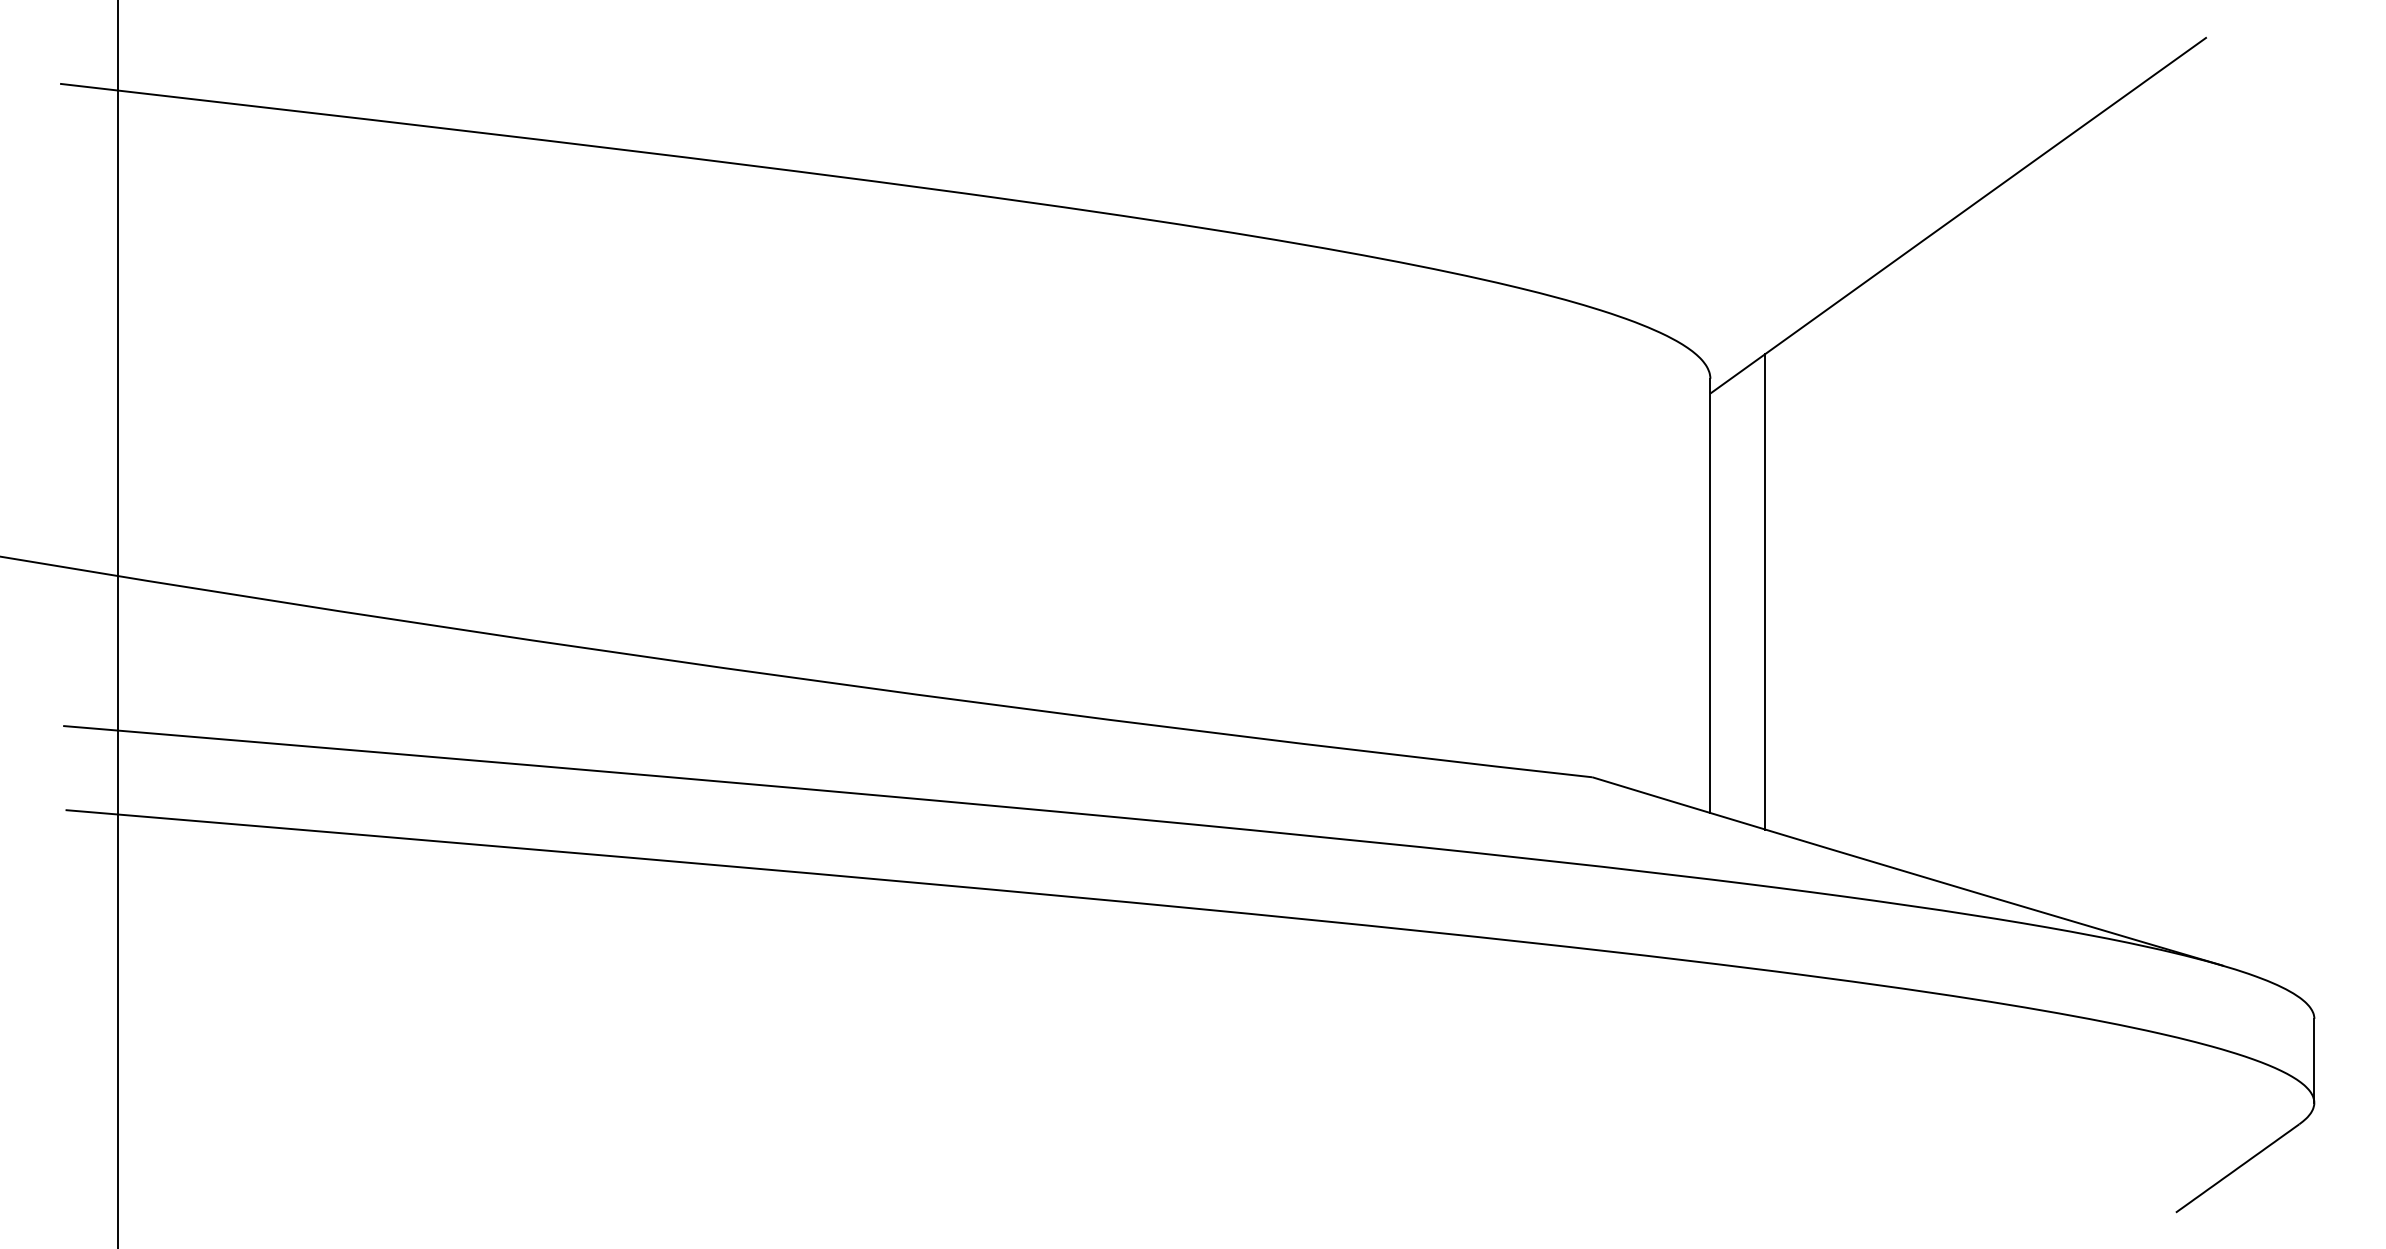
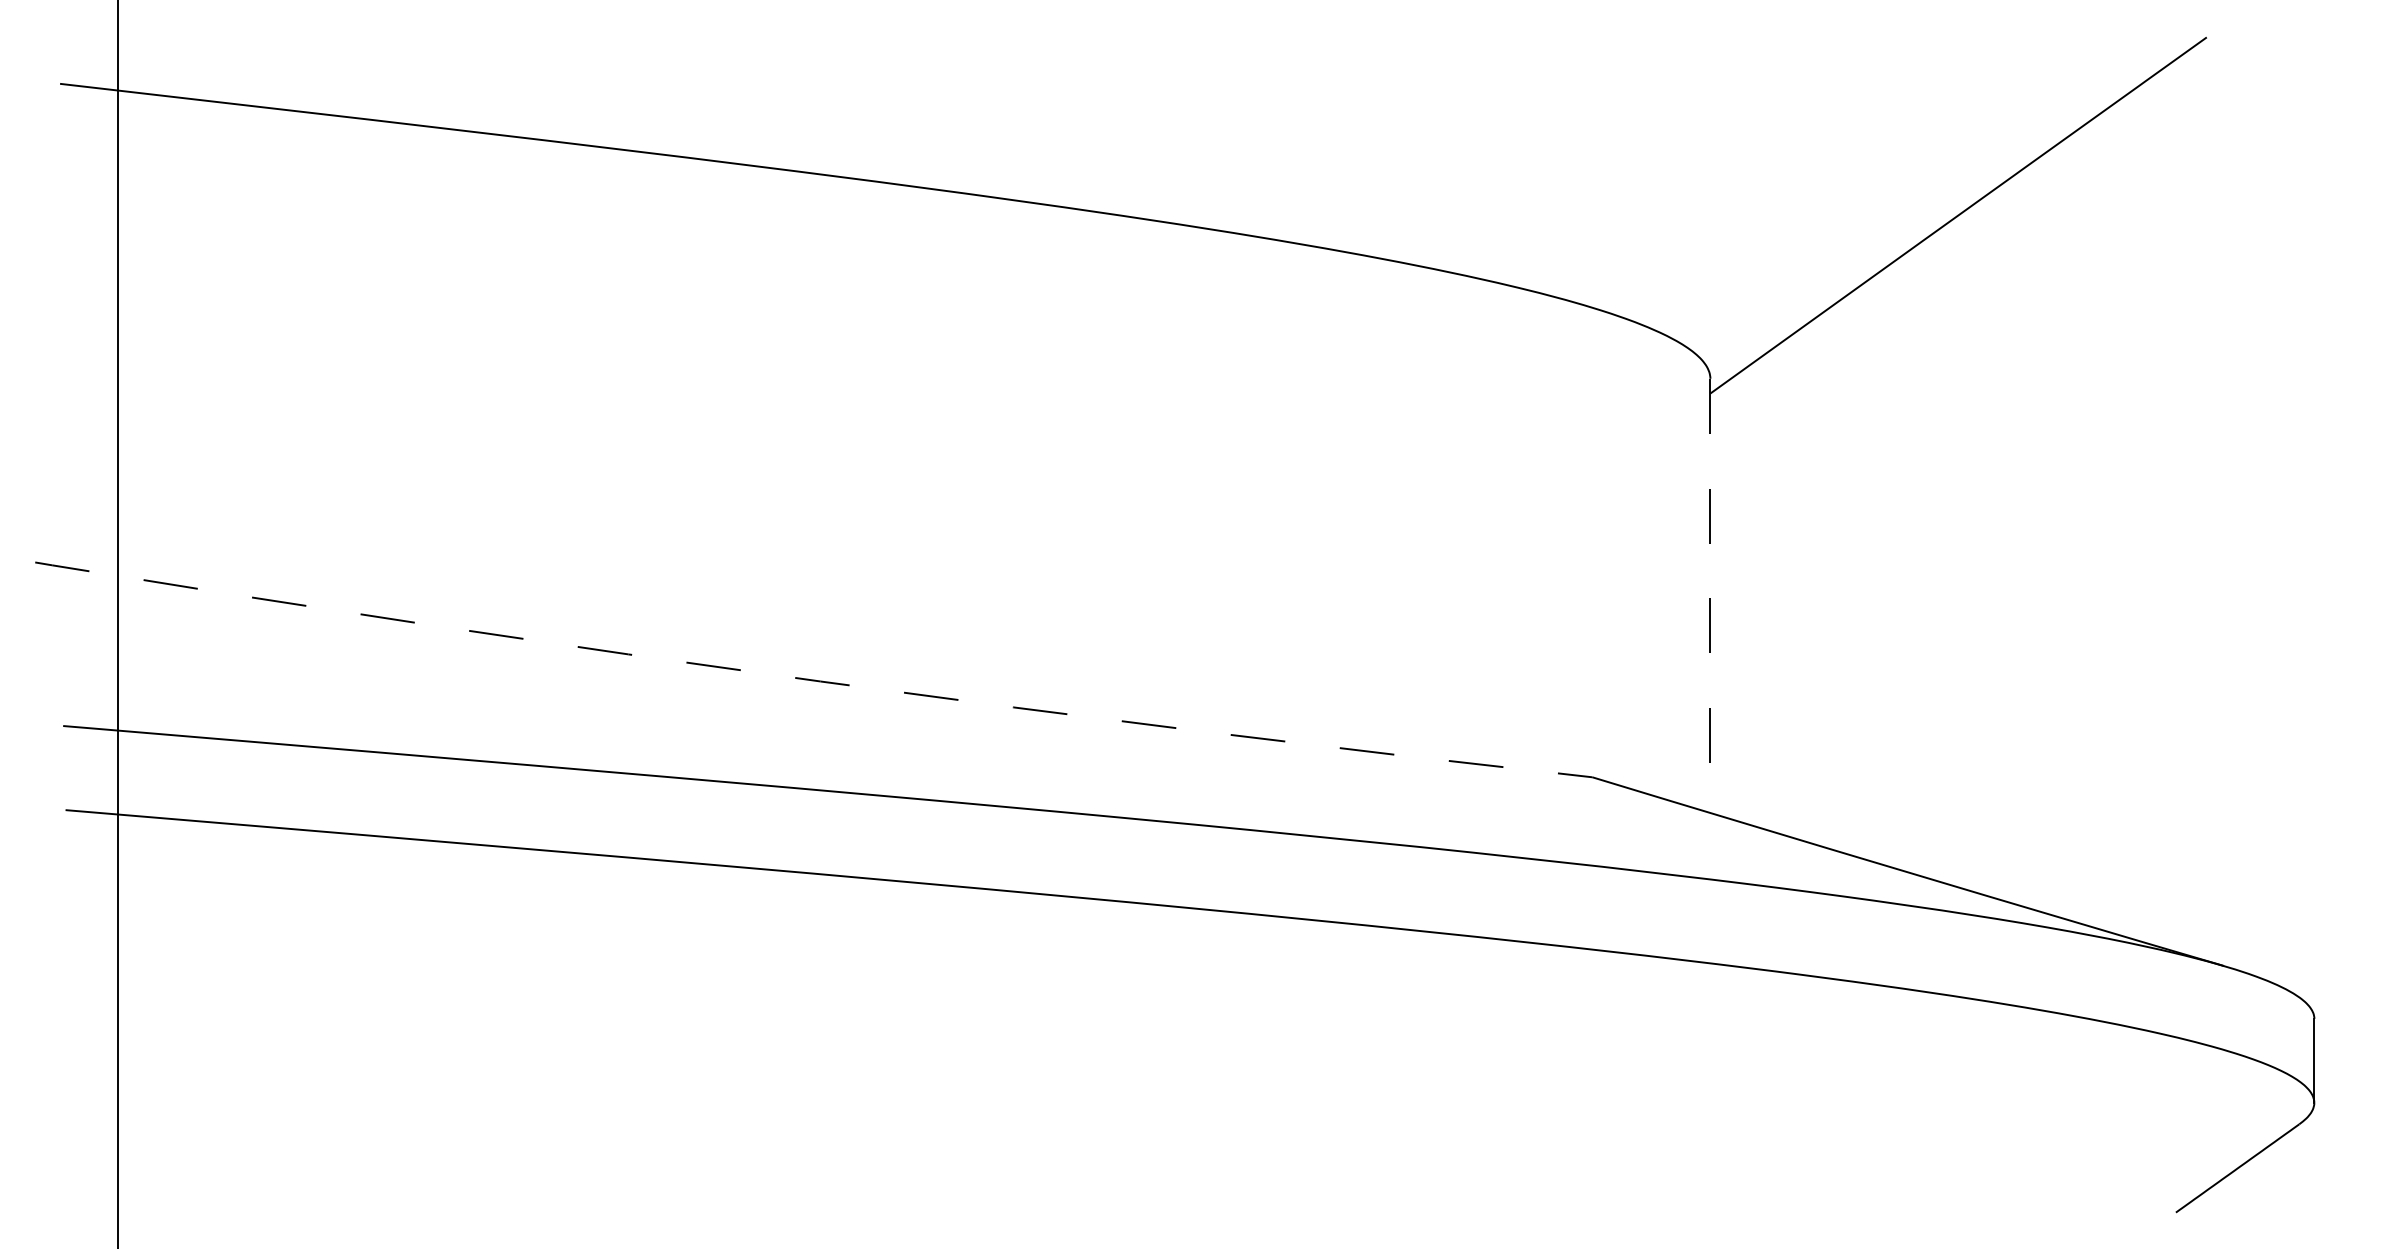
line at (1765, 591): present -> none
line at (1710, 596): solid -> dashed
arc at (795, 677): solid -> dashed
